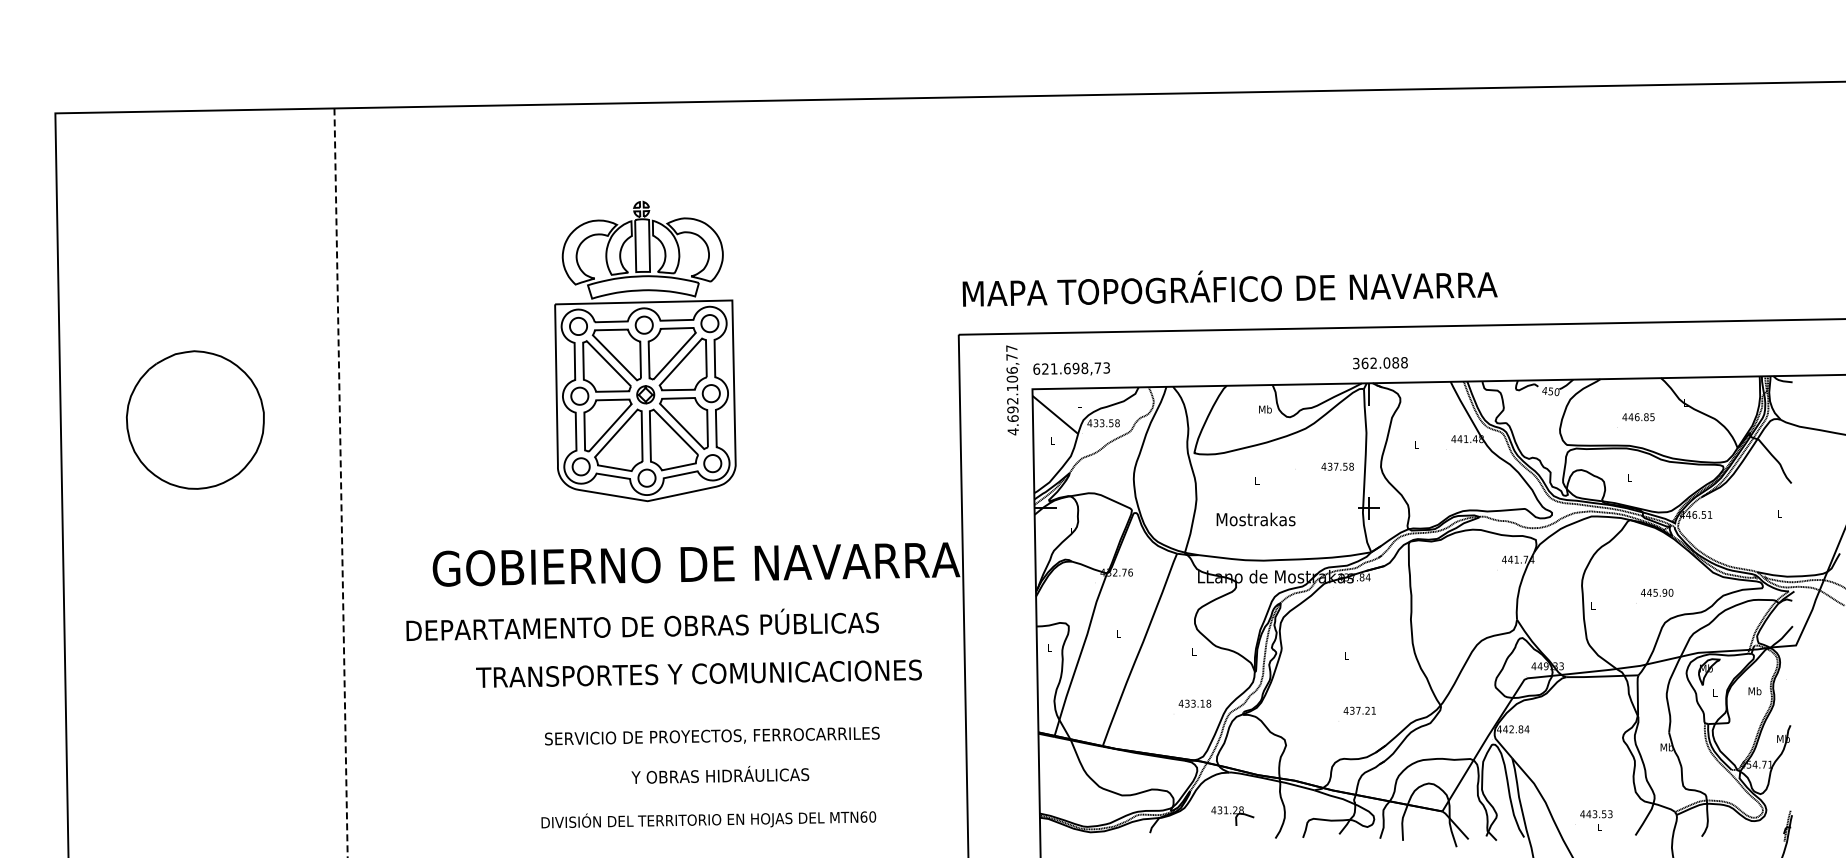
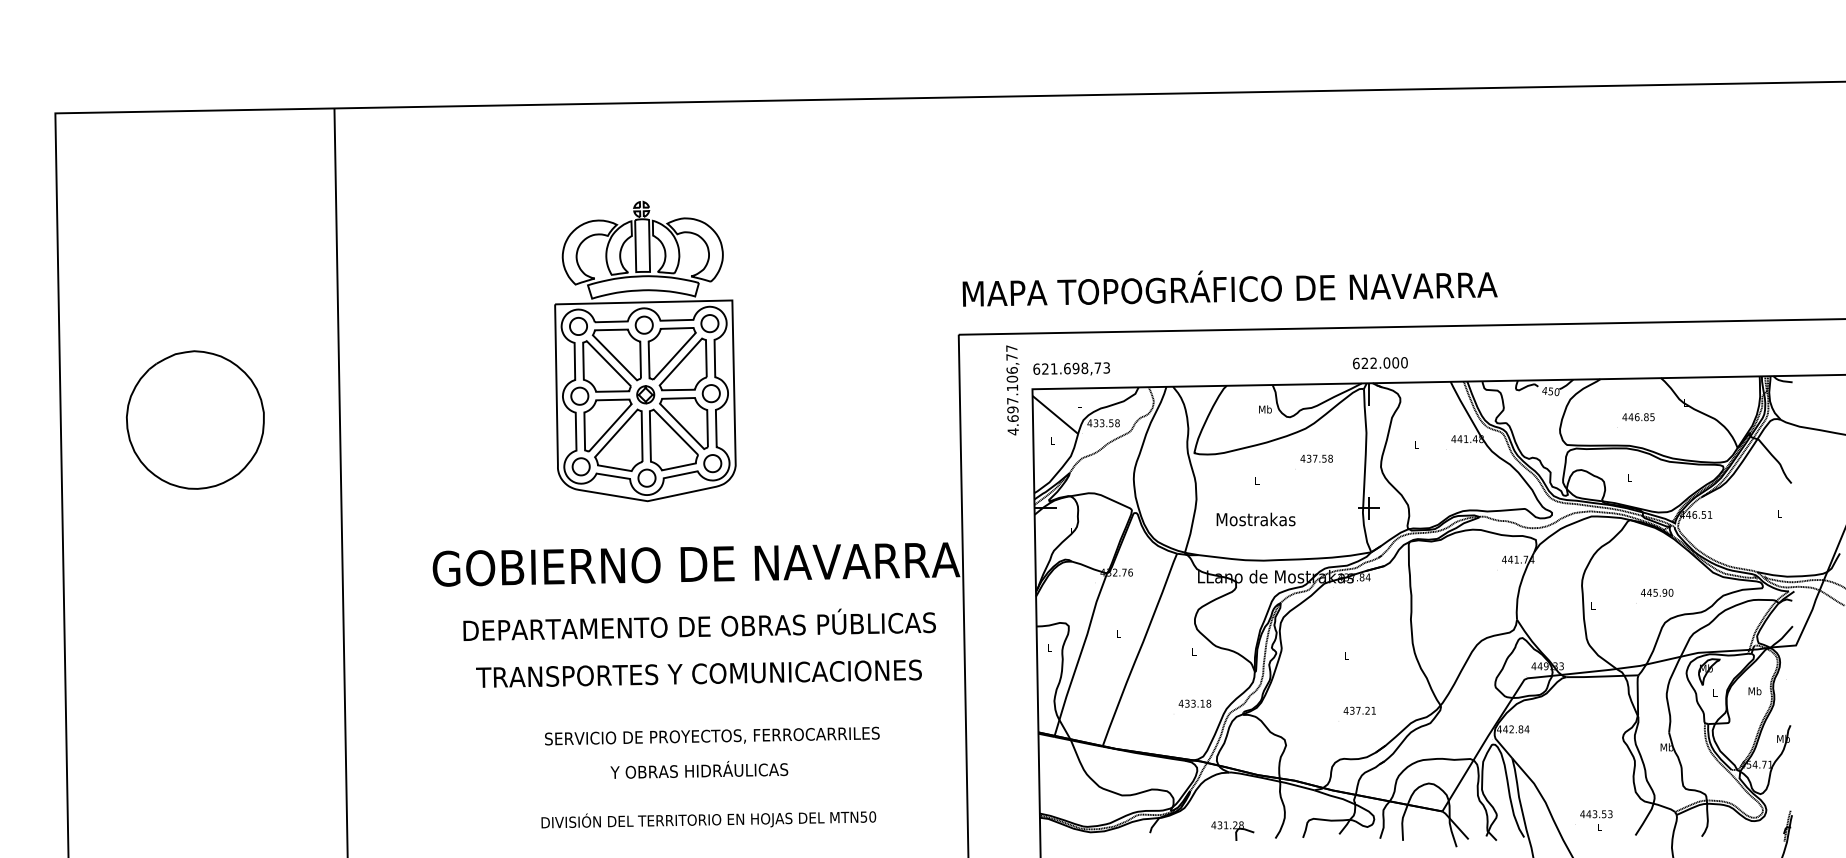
text at (1379, 363): 362.088 -> 622.000
text at (1012, 401): 4.692.106,77 -> 4.697.106,77
text at (1337, 466) position: (1337, 466) -> (1316, 458)
line at (341, 483): dashed -> solid
text at (642, 624) position: (642, 624) -> (699, 624)
text at (720, 774) position: (720, 774) -> (699, 769)
part at (1232, 815) position: (1232, 815) -> (1232, 830)
text at (863, 816): MTN60 -> MTN50
